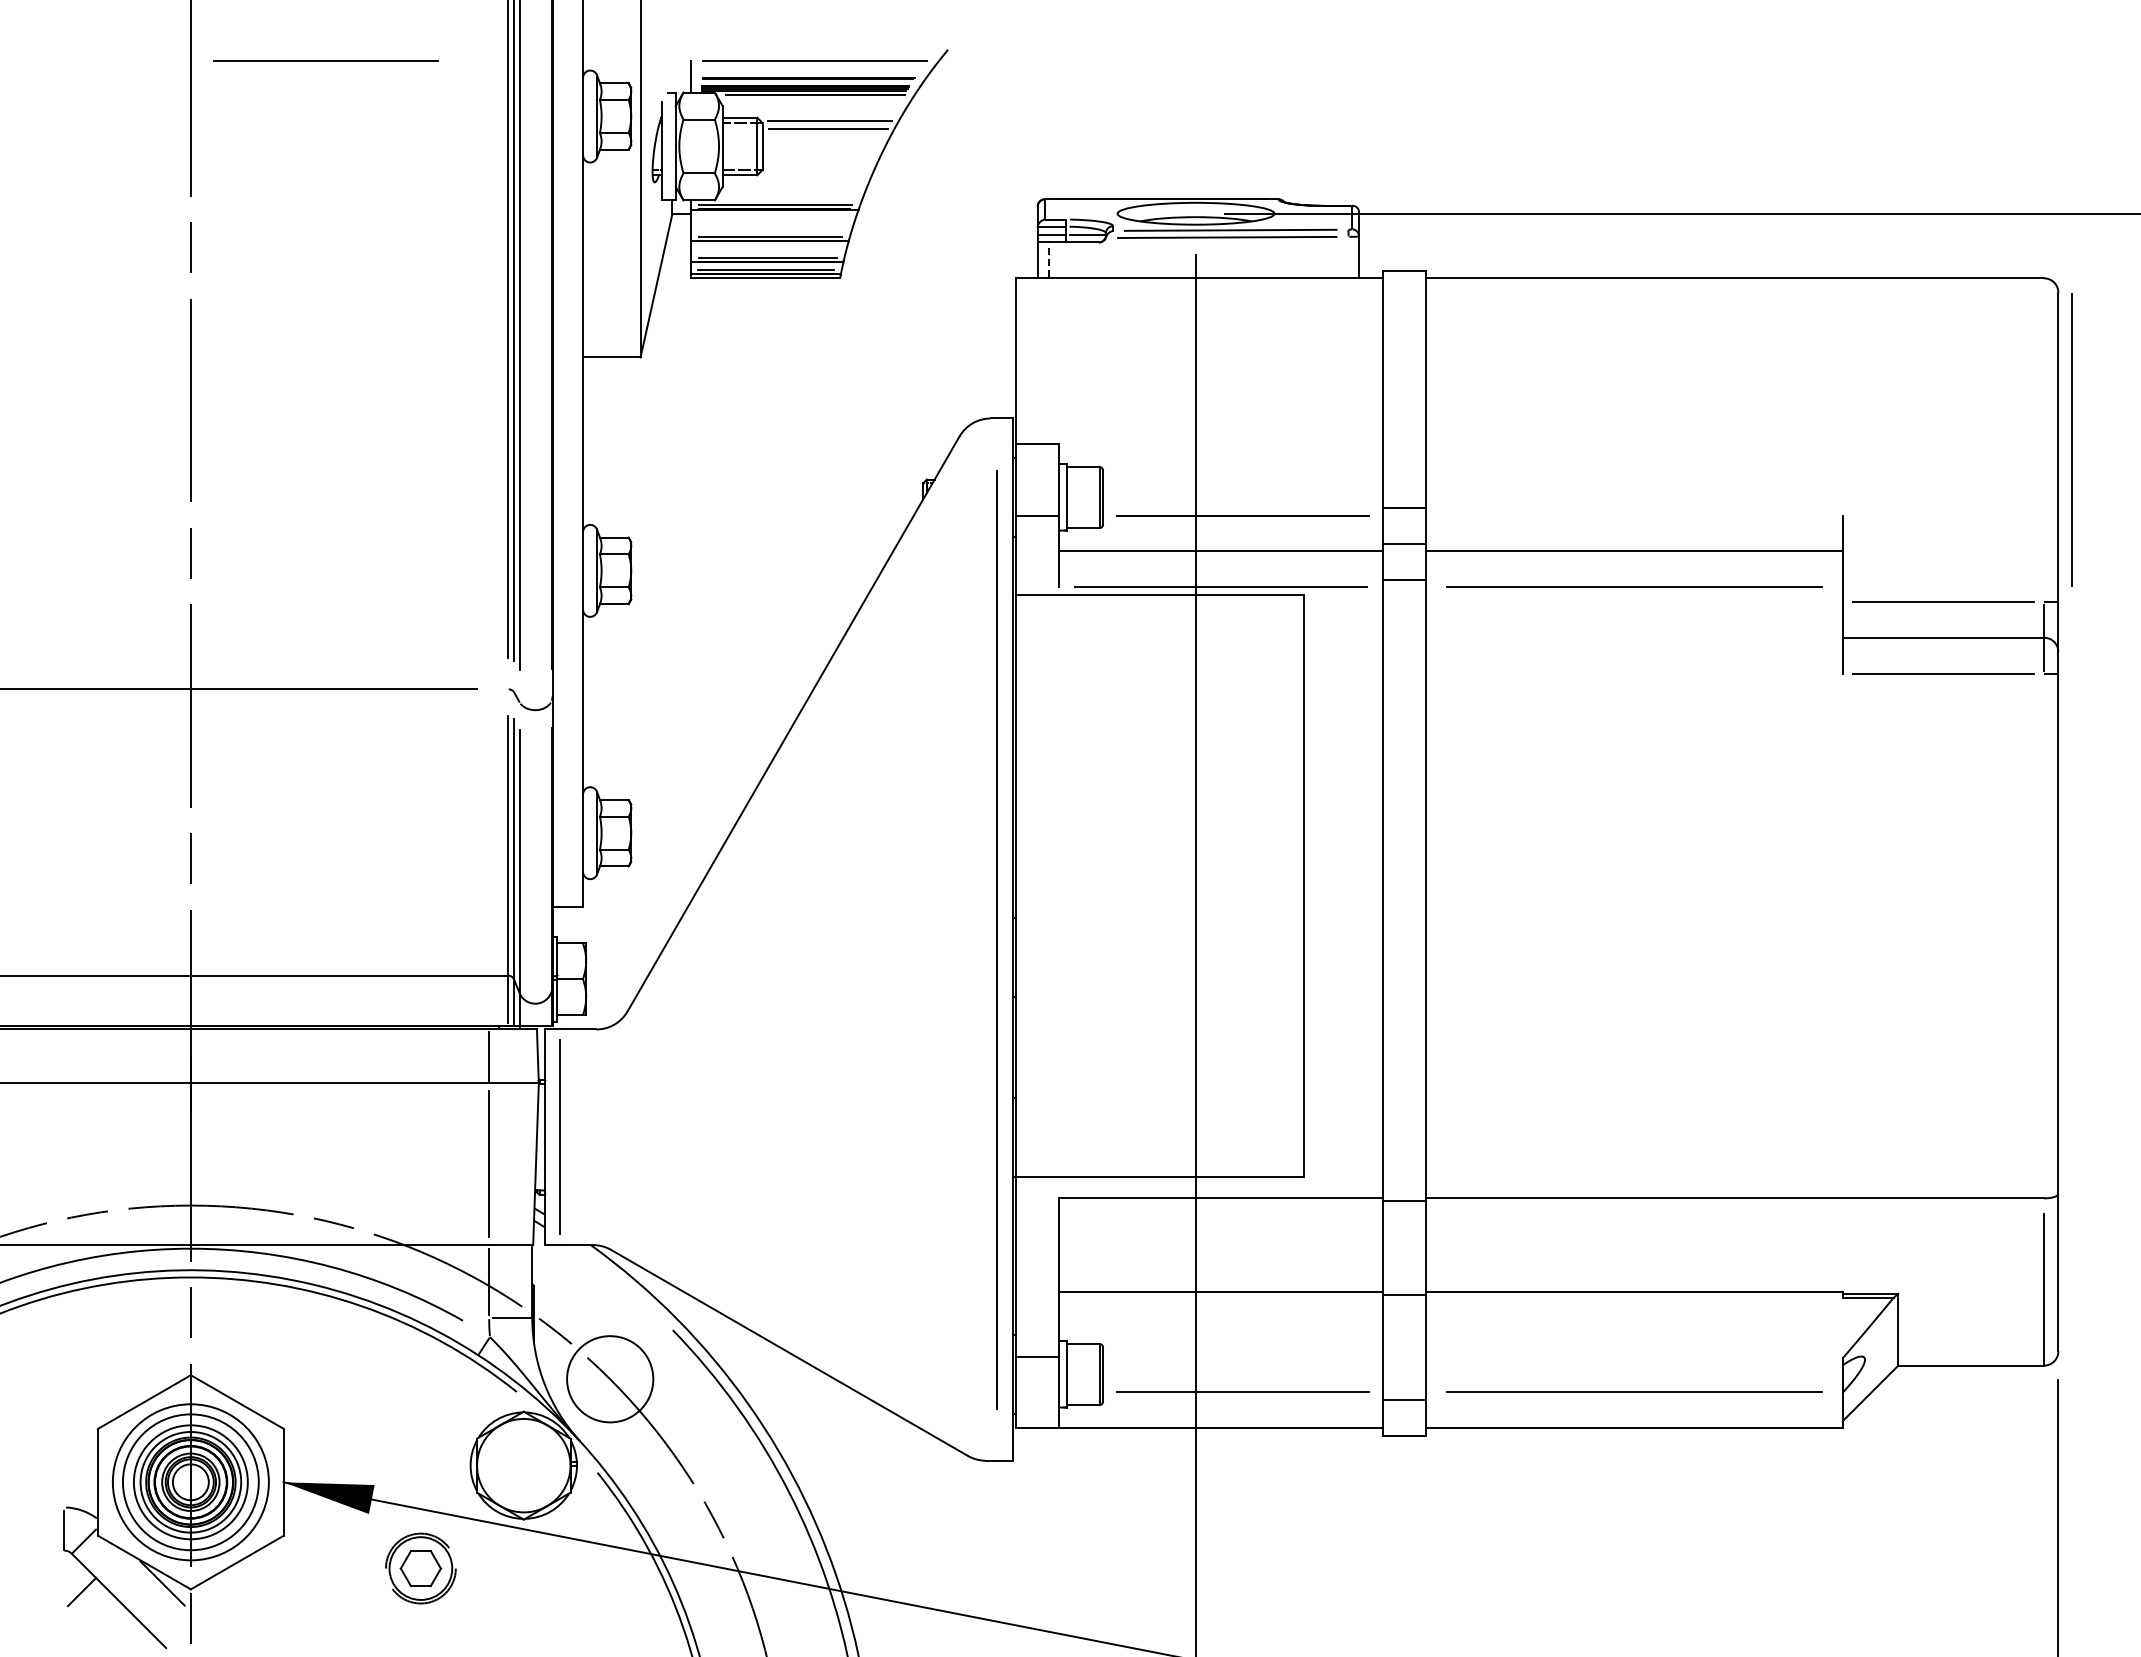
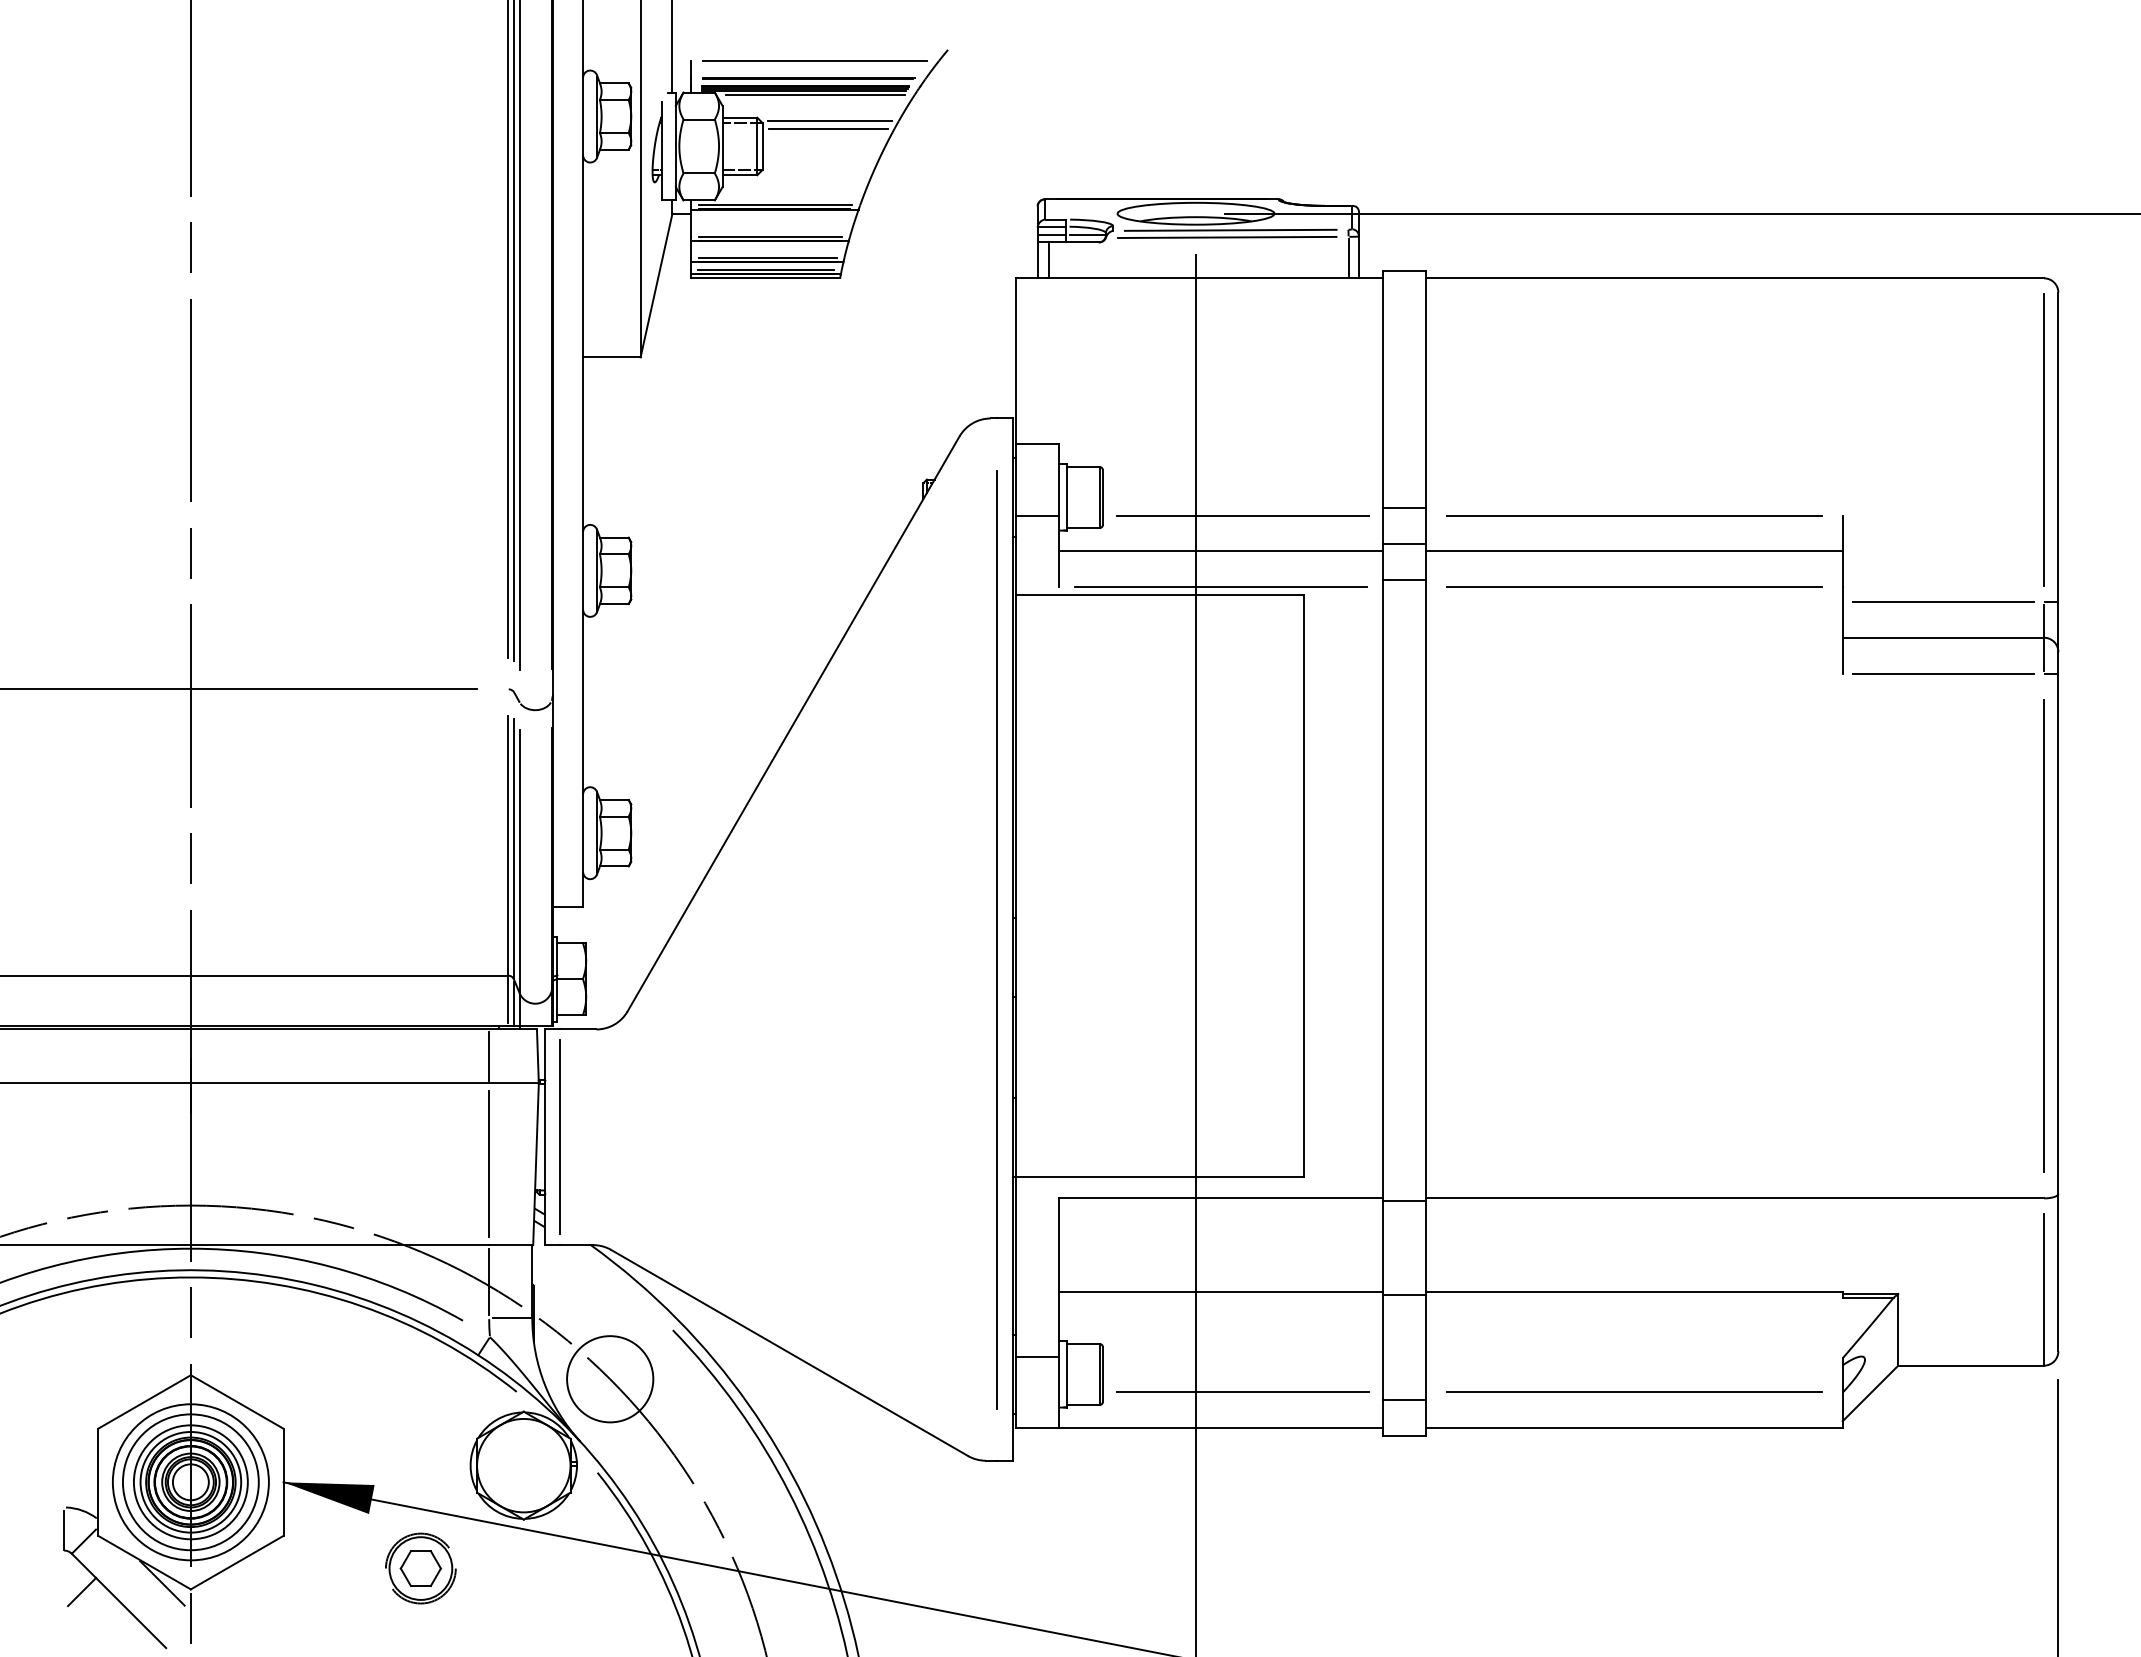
line at (672, 47): none -> present
line at (325, 60): present -> none
line at (1348, 257): none -> present
line at (1048, 259): dashed -> solid
line at (2071, 439) position: (2071, 439) -> (2043, 439)
line at (1634, 515): none -> present
line at (2044, 935): none -> present
